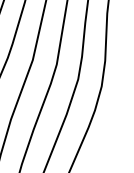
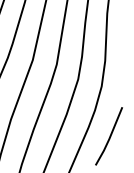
line at (109, 136): none -> present
